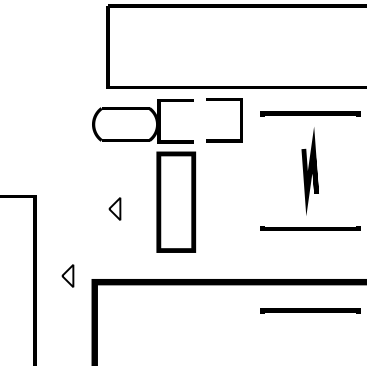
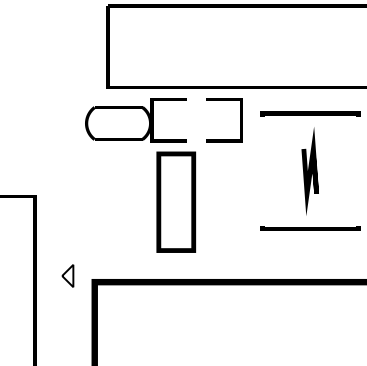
part at (142, 121) position: (142, 121) -> (135, 120)
part at (114, 208): present -> none
line at (310, 310): present -> none
